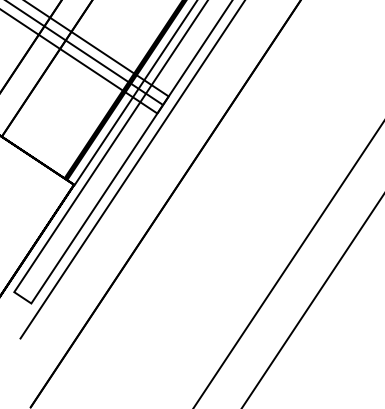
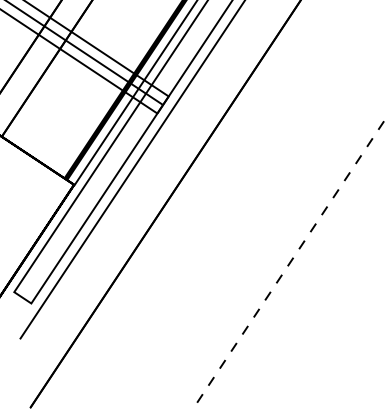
line at (288, 264): solid -> dashed
line at (312, 301): present -> none
